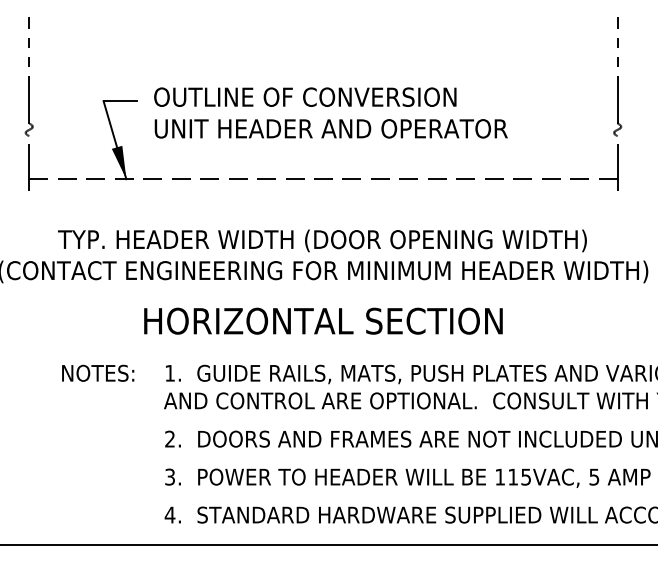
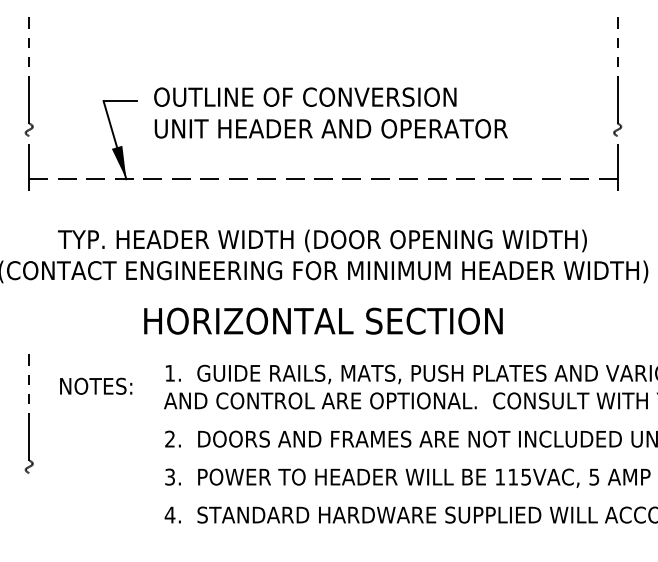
text at (98, 372) position: (98, 372) -> (96, 385)
part at (28, 413): none -> present
line at (328, 545): present -> none
